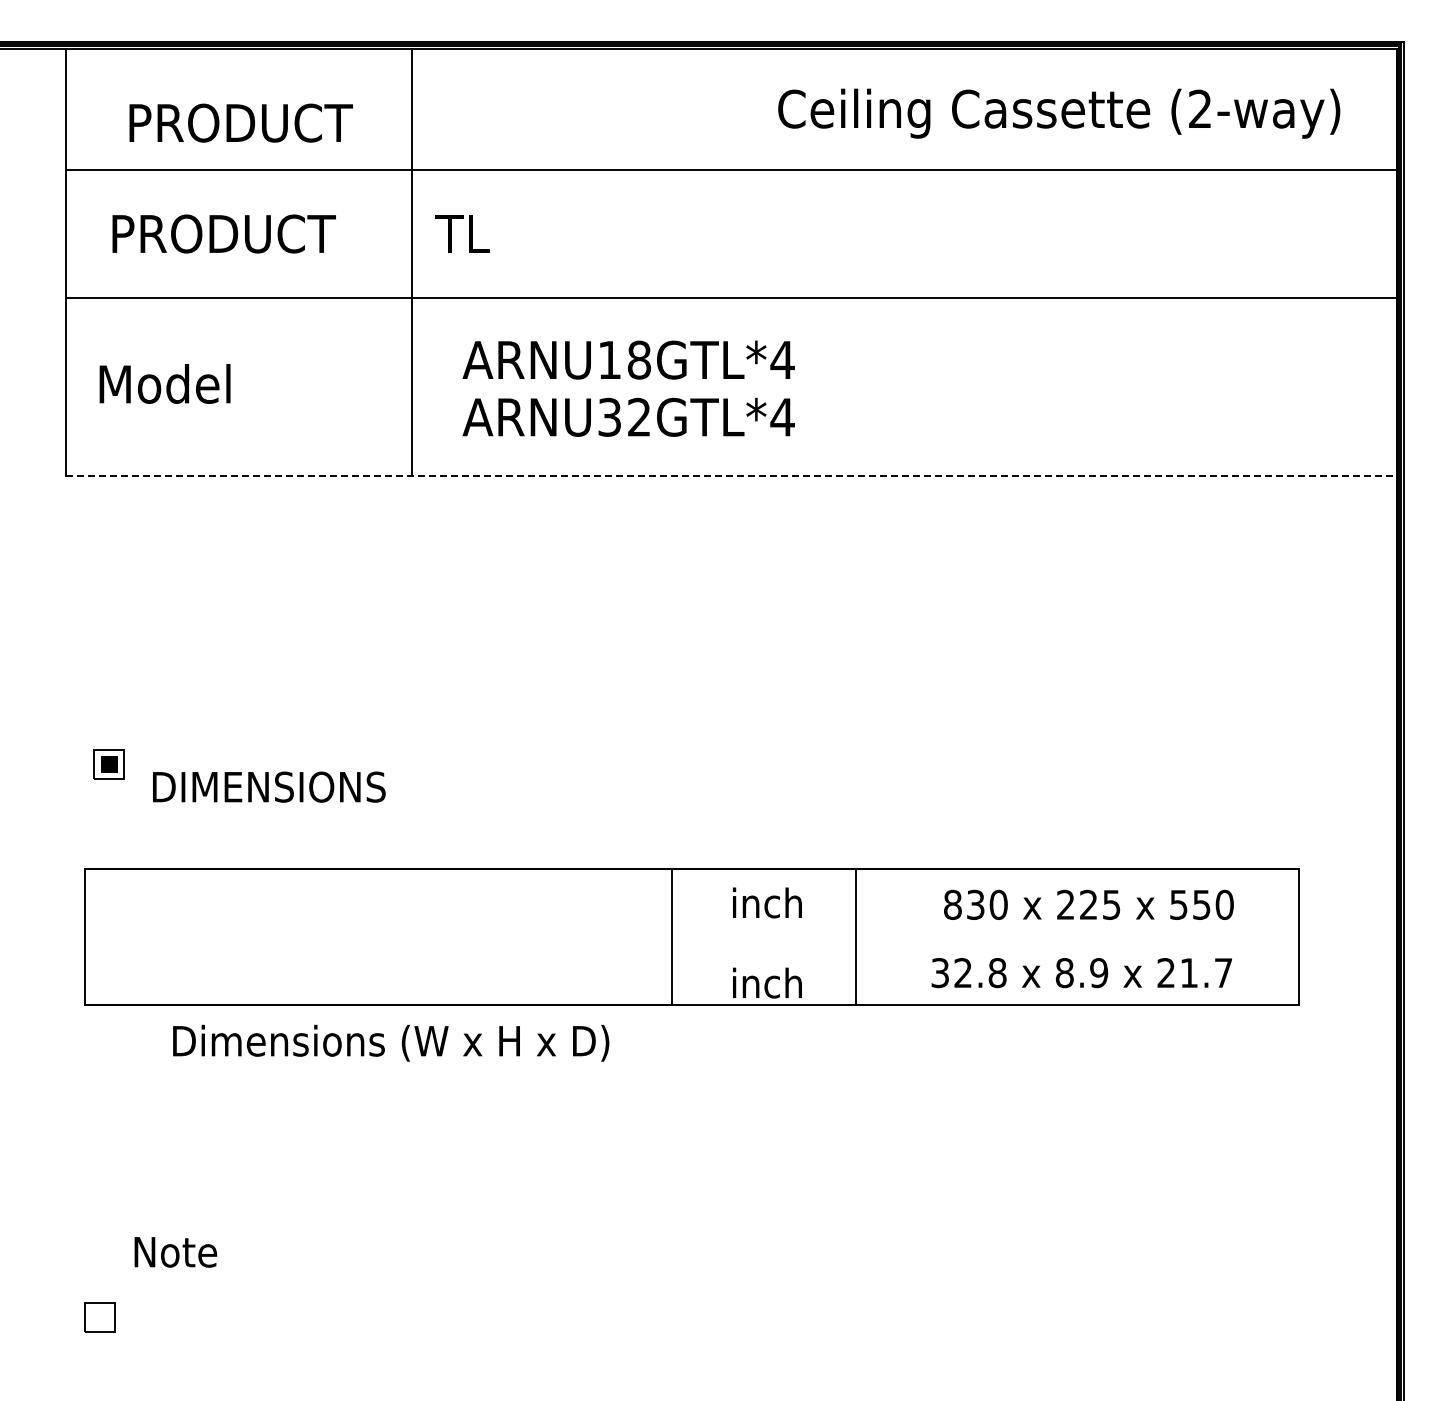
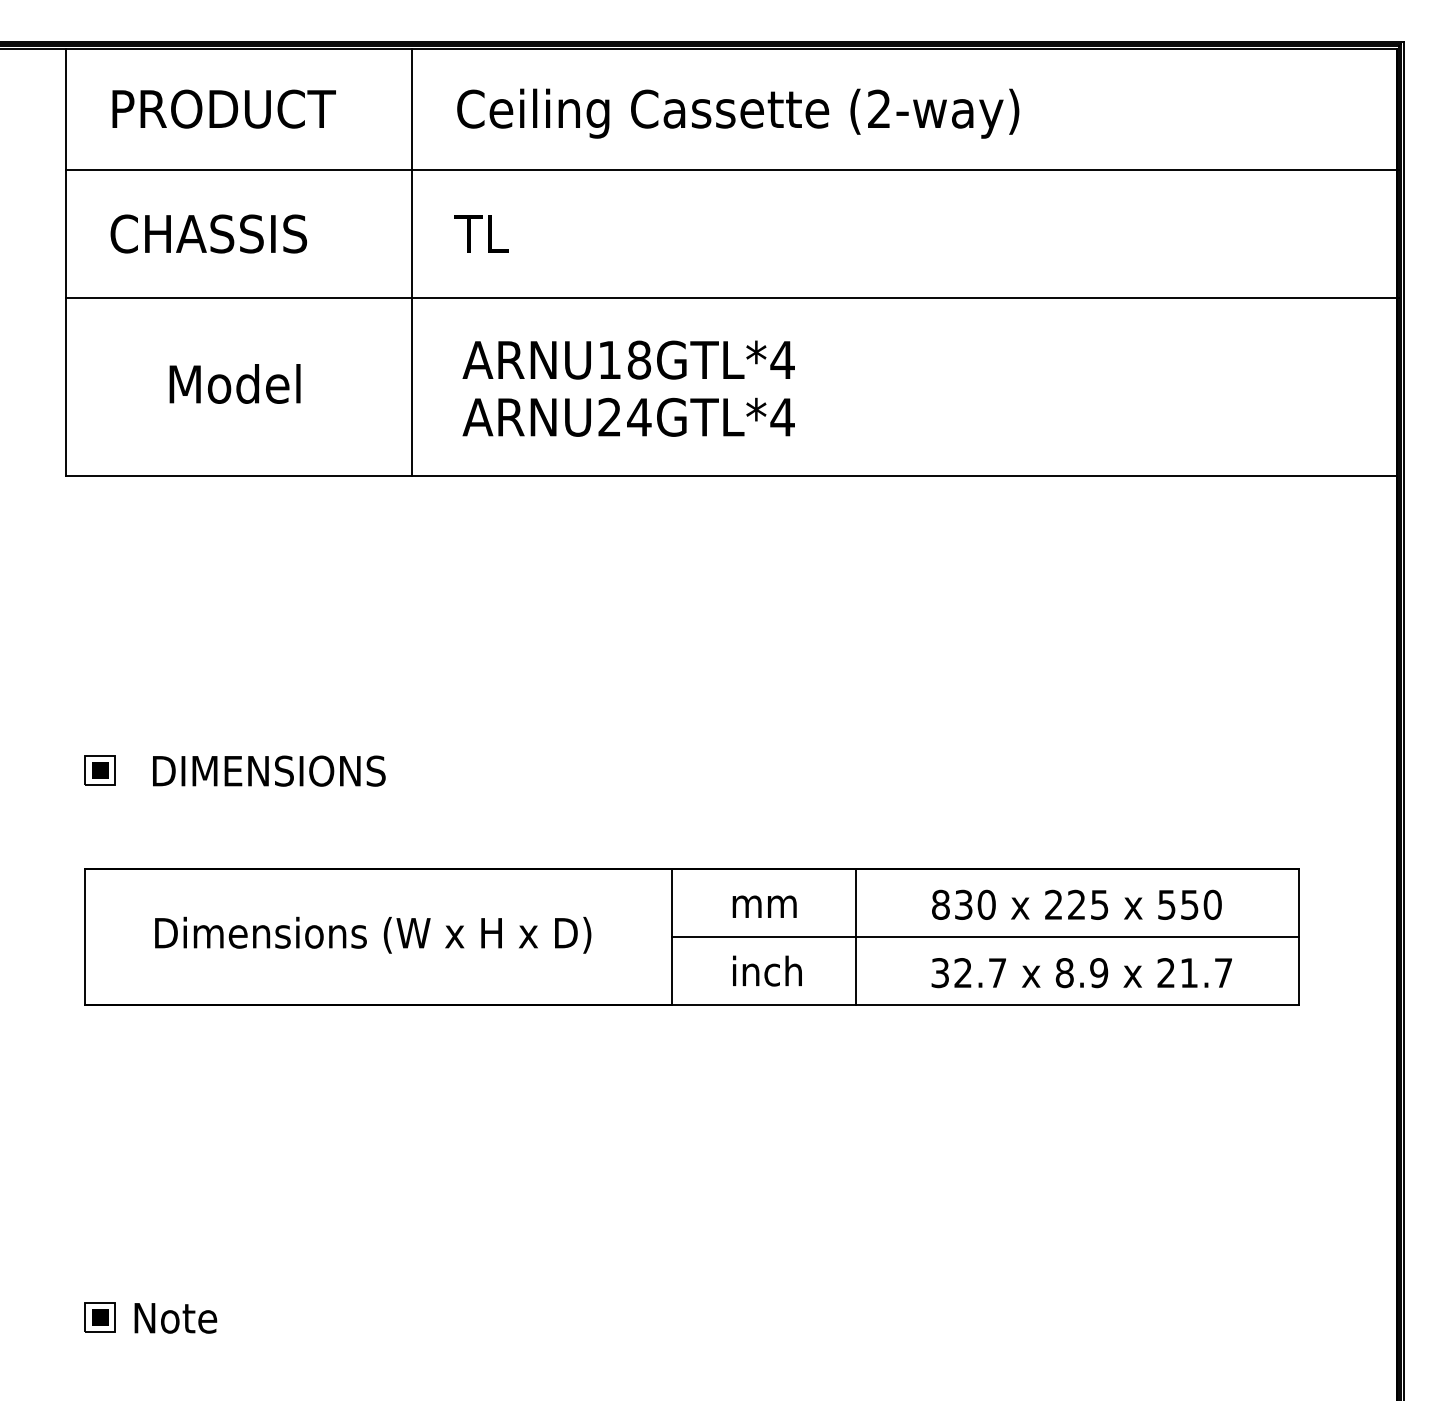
text at (1059, 113) position: (1059, 113) -> (738, 113)
text at (240, 122) position: (240, 122) -> (223, 108)
text at (222, 233): PRODUCT -> CHASSIS
text at (462, 233) position: (462, 233) -> (481, 233)
text at (164, 383) position: (164, 383) -> (234, 383)
text at (624, 416): ARNU32GTL*4 -> ARNU24GTL*4
line at (731, 475): dashed -> solid
part at (108, 764) position: (108, 764) -> (99, 770)
text at (269, 786) position: (269, 786) -> (269, 770)
text at (766, 902): inch -> mm
text at (1088, 904) position: (1088, 904) -> (1076, 904)
line at (985, 937): none -> present
text at (997, 973): 32.8 -> 32.7
text at (767, 982) position: (767, 982) -> (767, 970)
text at (391, 1042) position: (391, 1042) -> (373, 934)
text at (175, 1252) position: (175, 1252) -> (175, 1318)
fill at (99, 1317): none -> present
